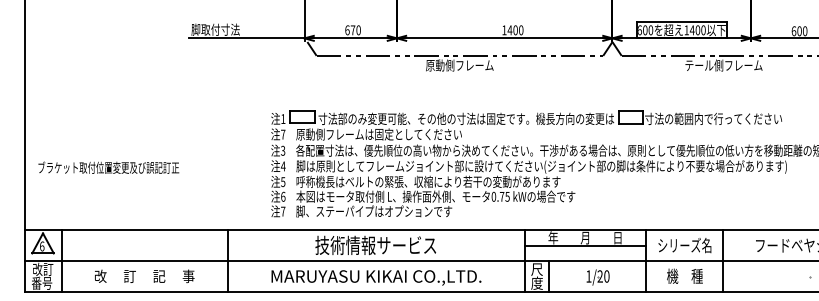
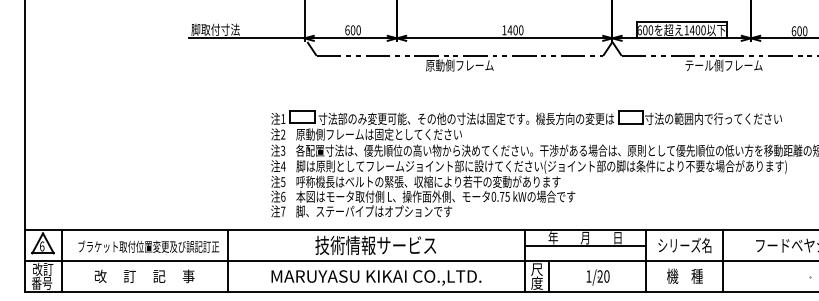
text at (352, 30): 670 -> 600
text at (283, 134): 7 -> 2
text at (108, 167) position: (108, 167) -> (148, 246)
